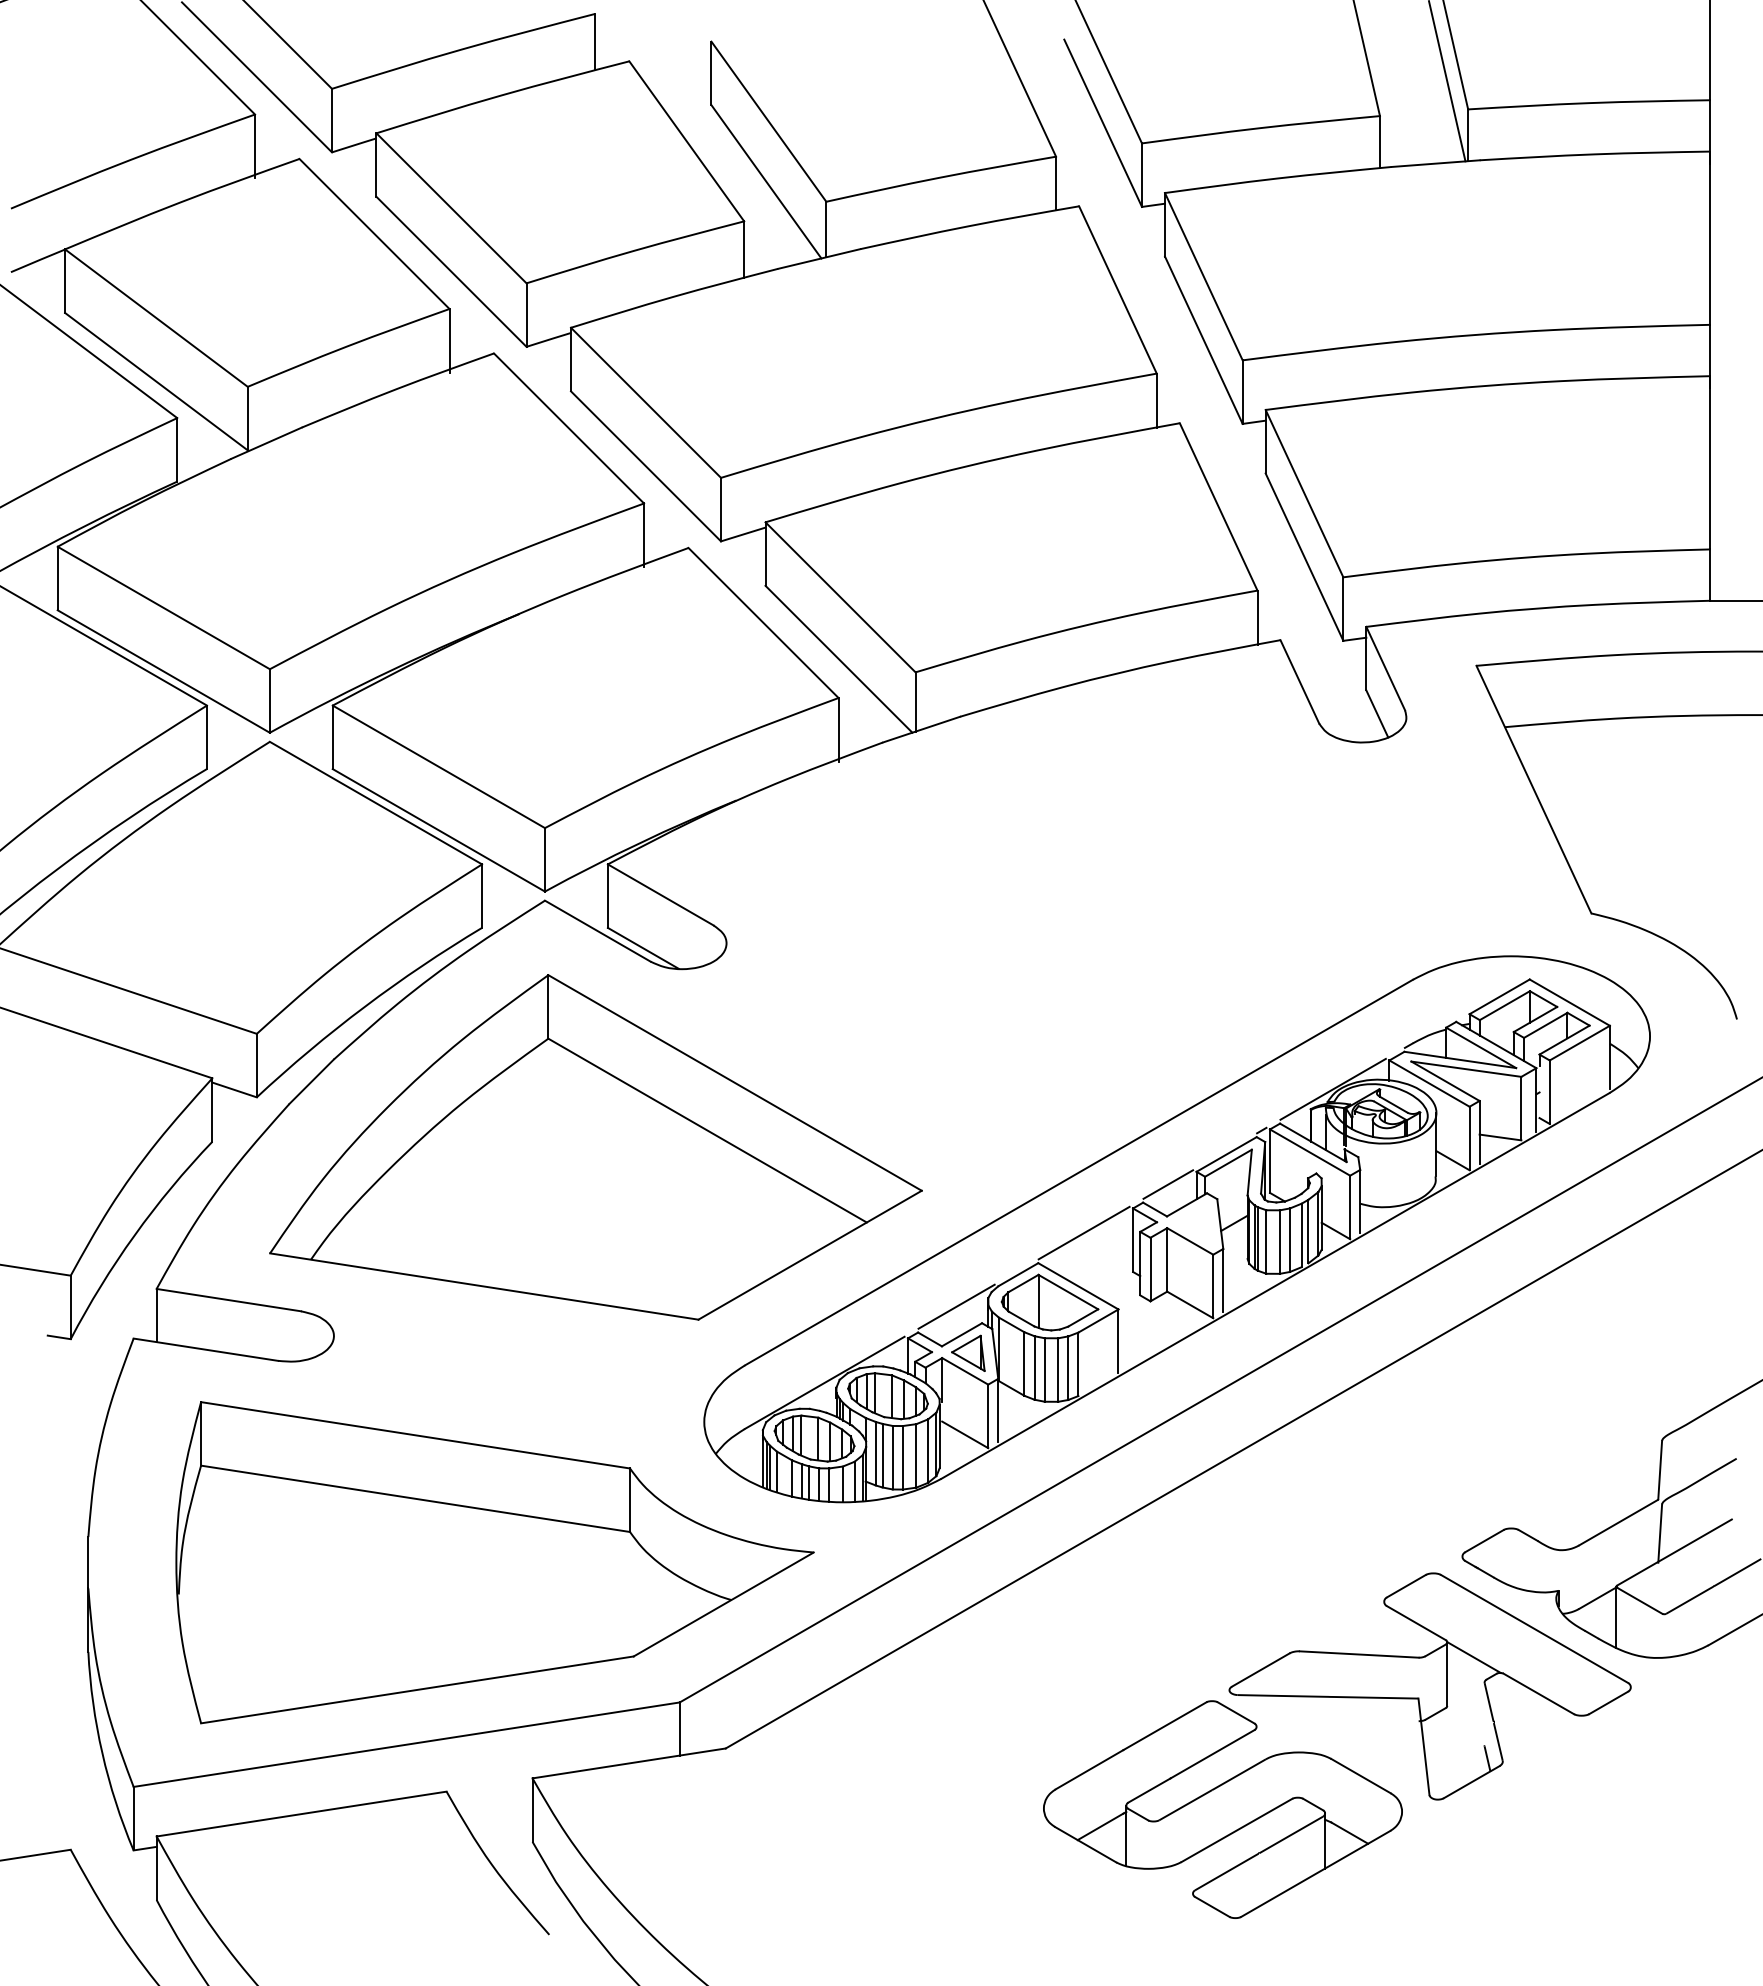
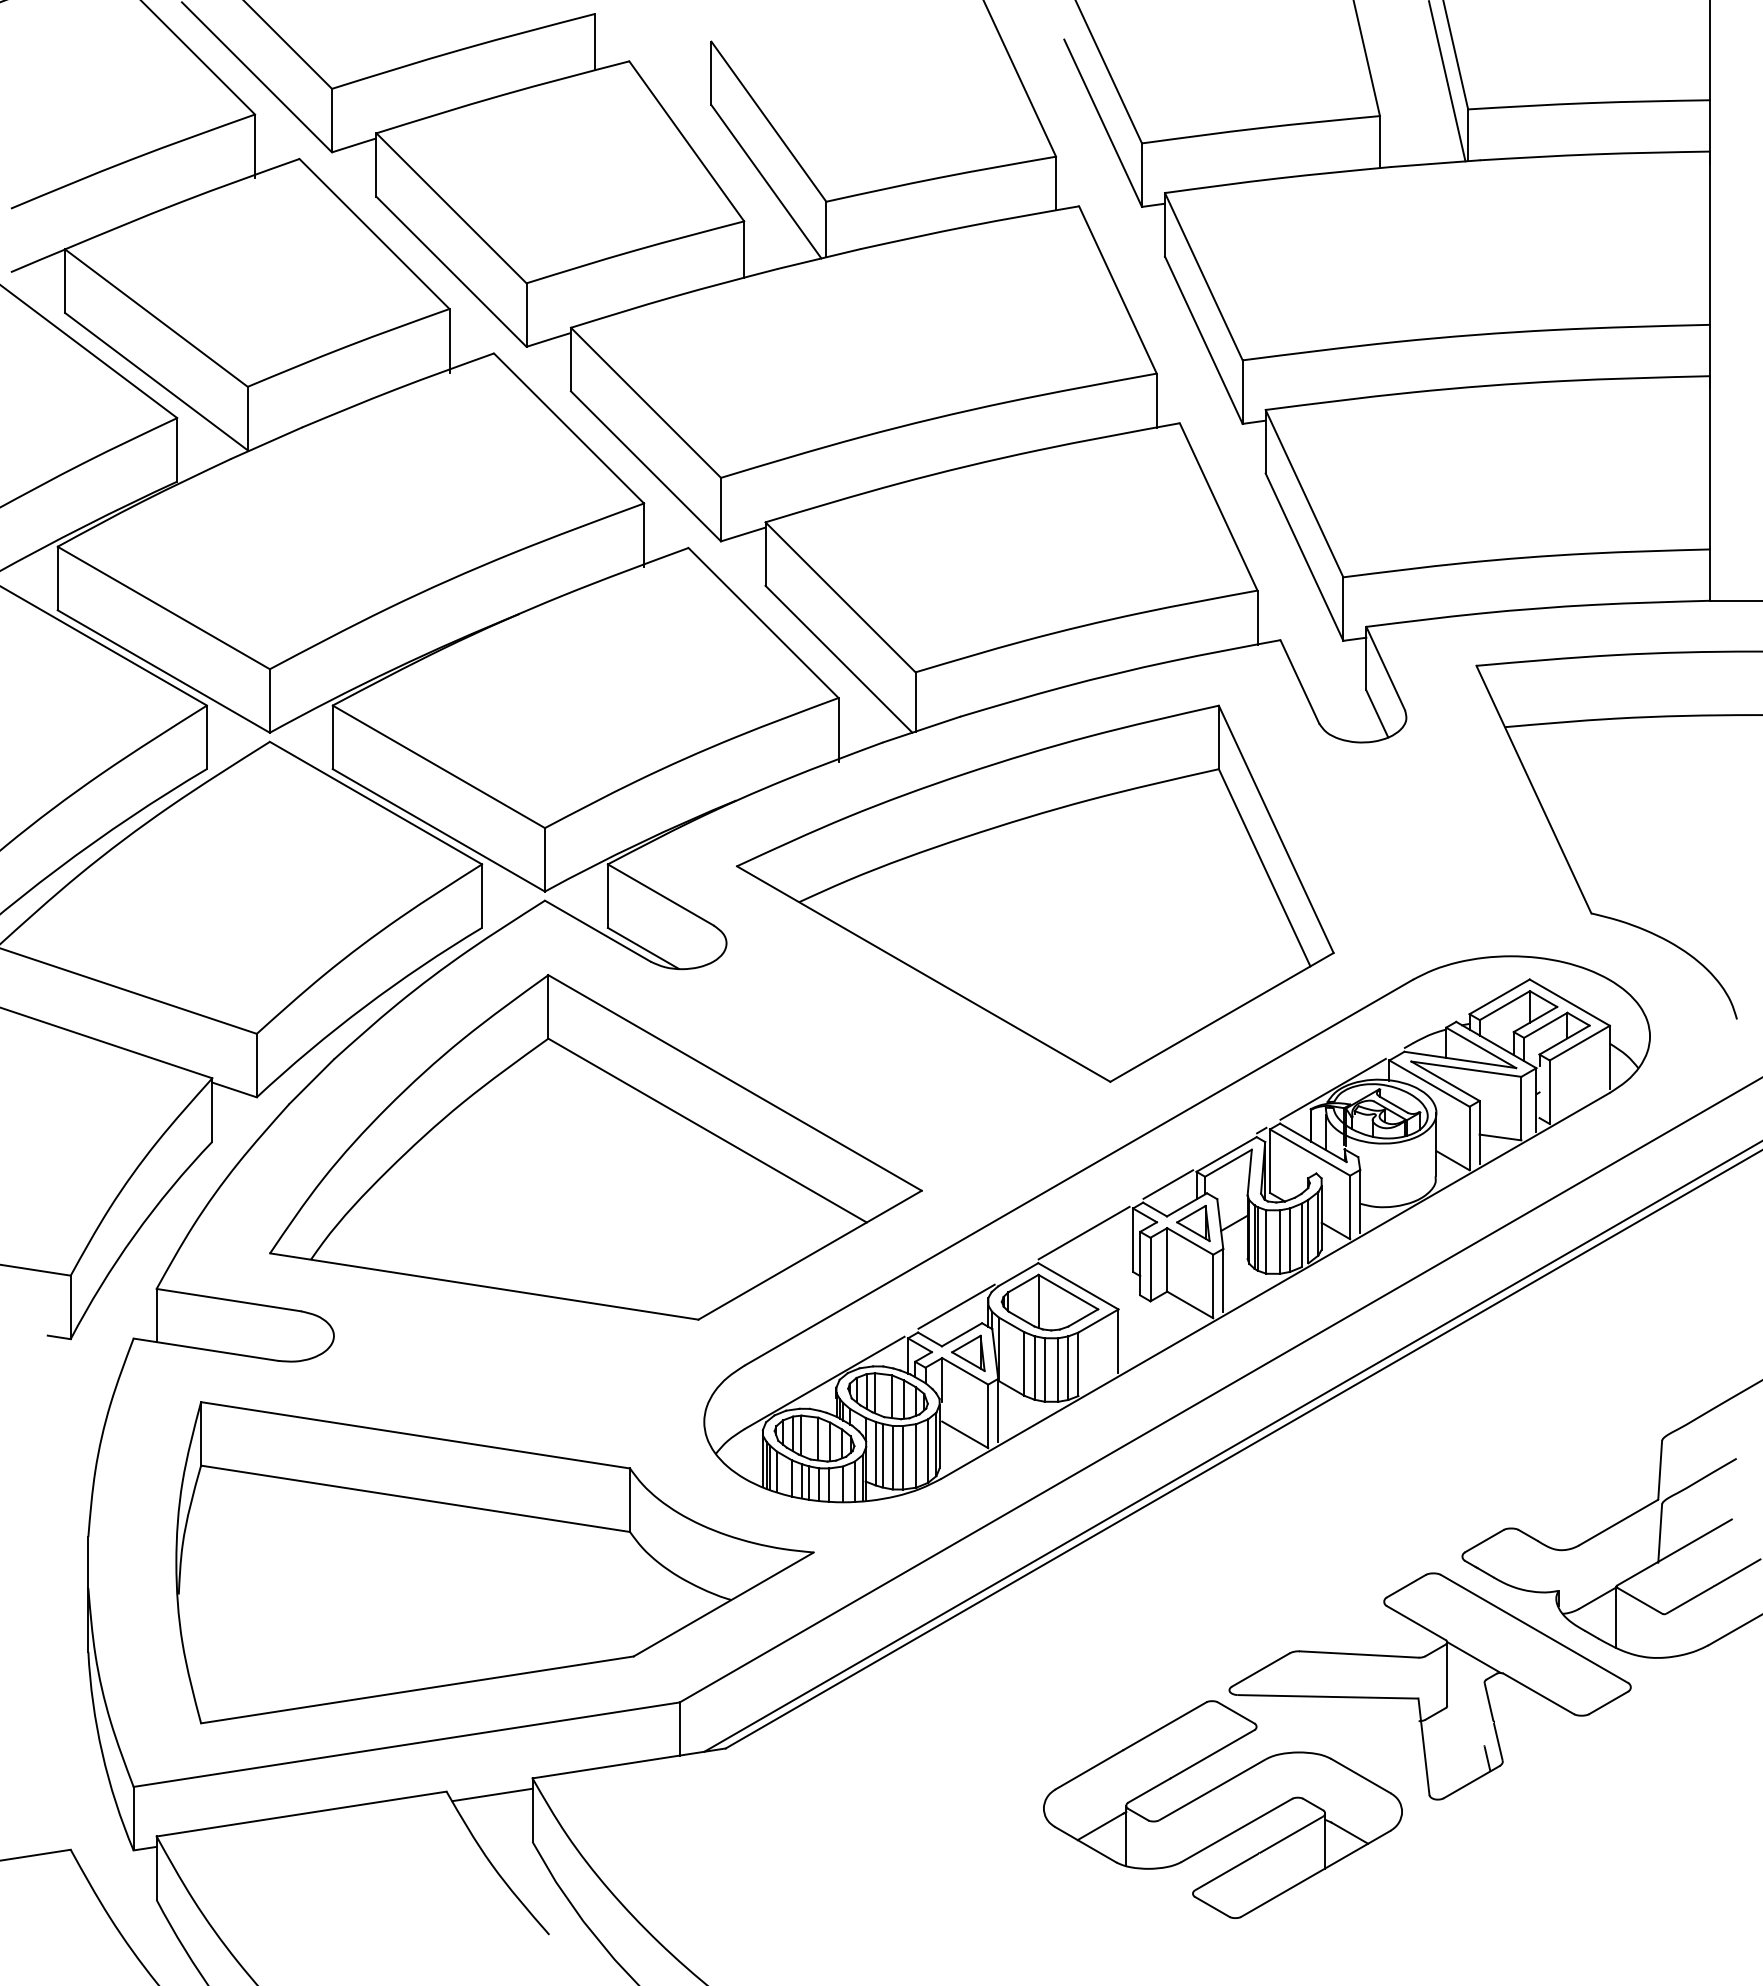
part at (1034, 893): none -> present
part at (1193, 1223): none -> present
line at (1231, 1446): none -> present
line at (492, 1794): none -> present
